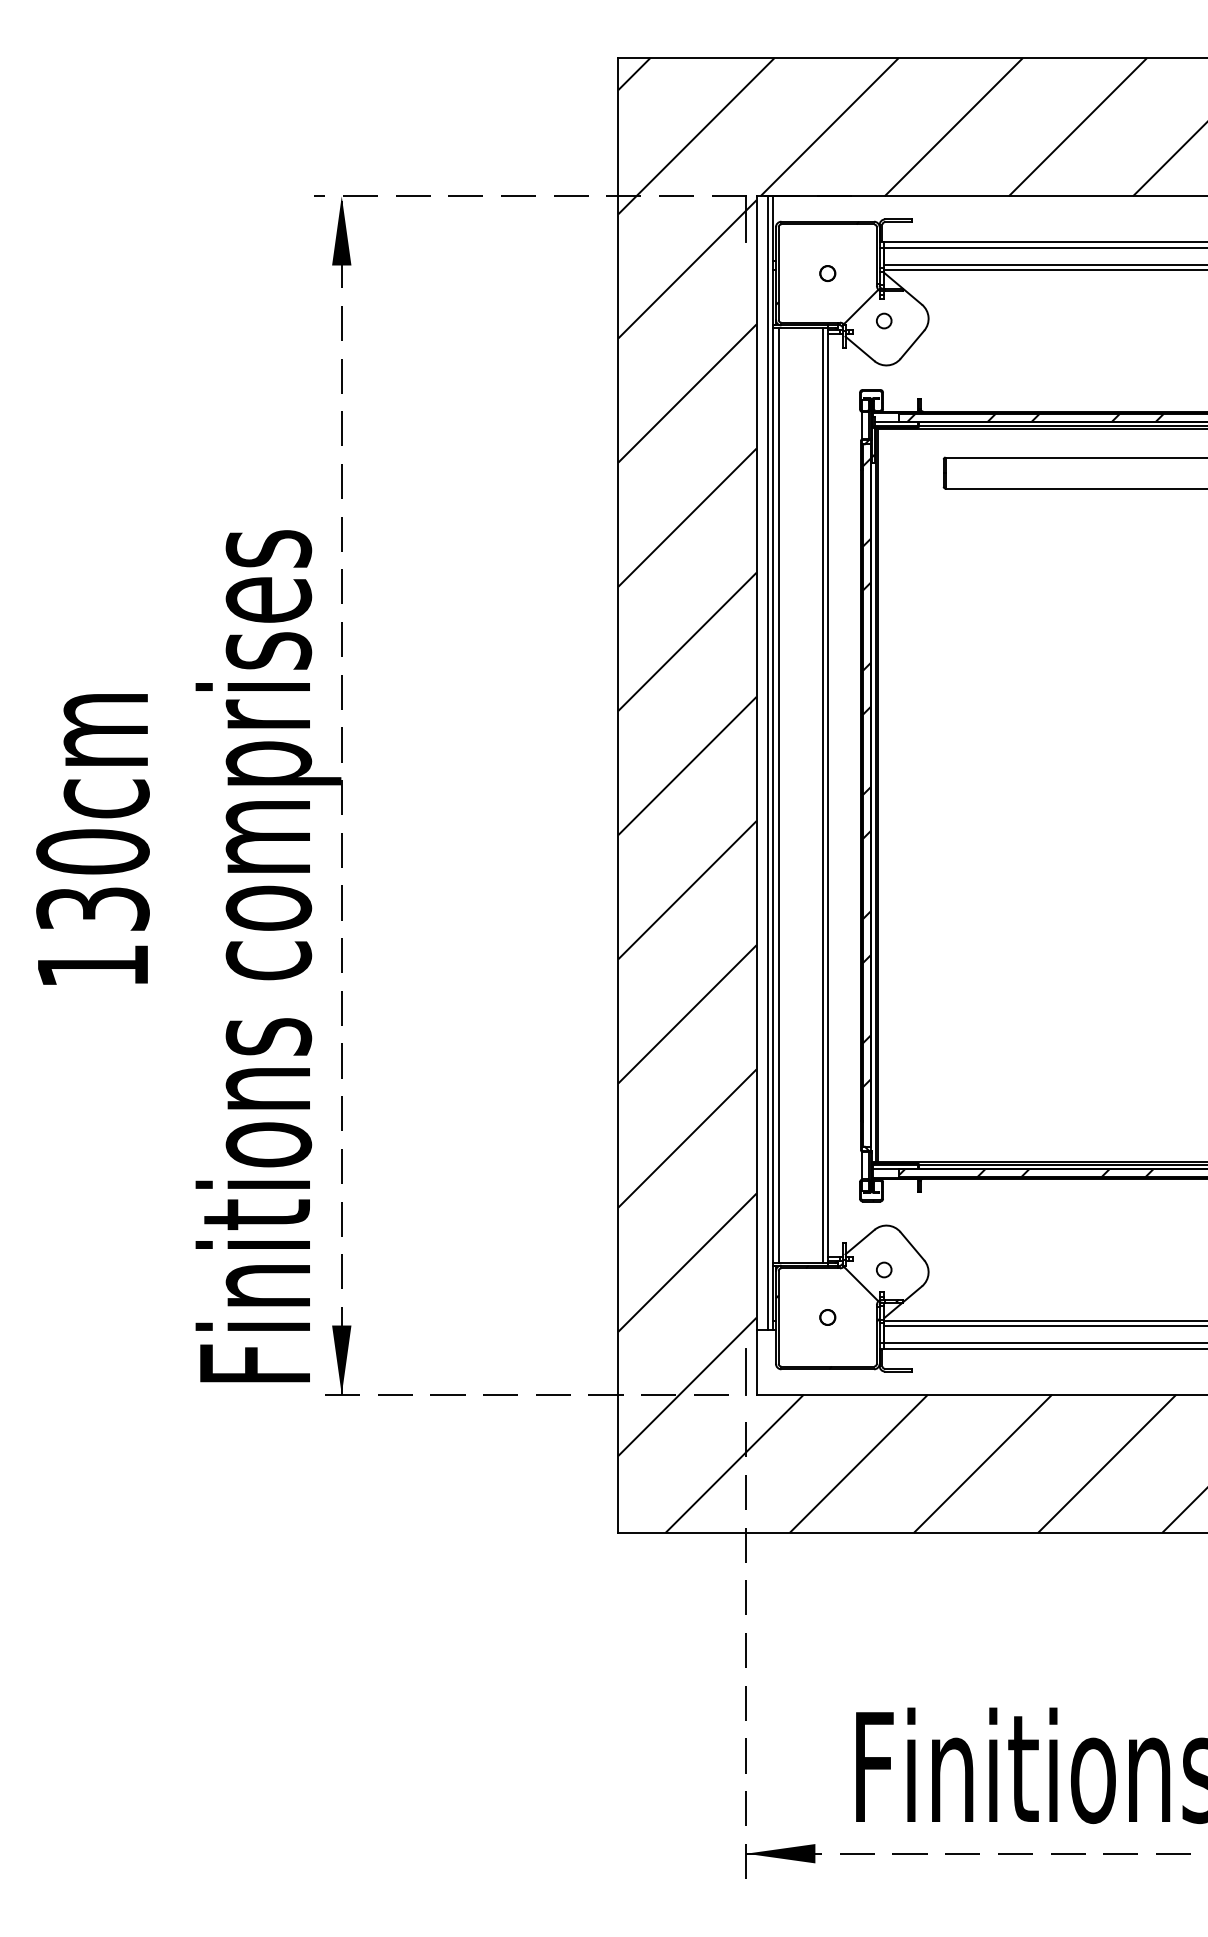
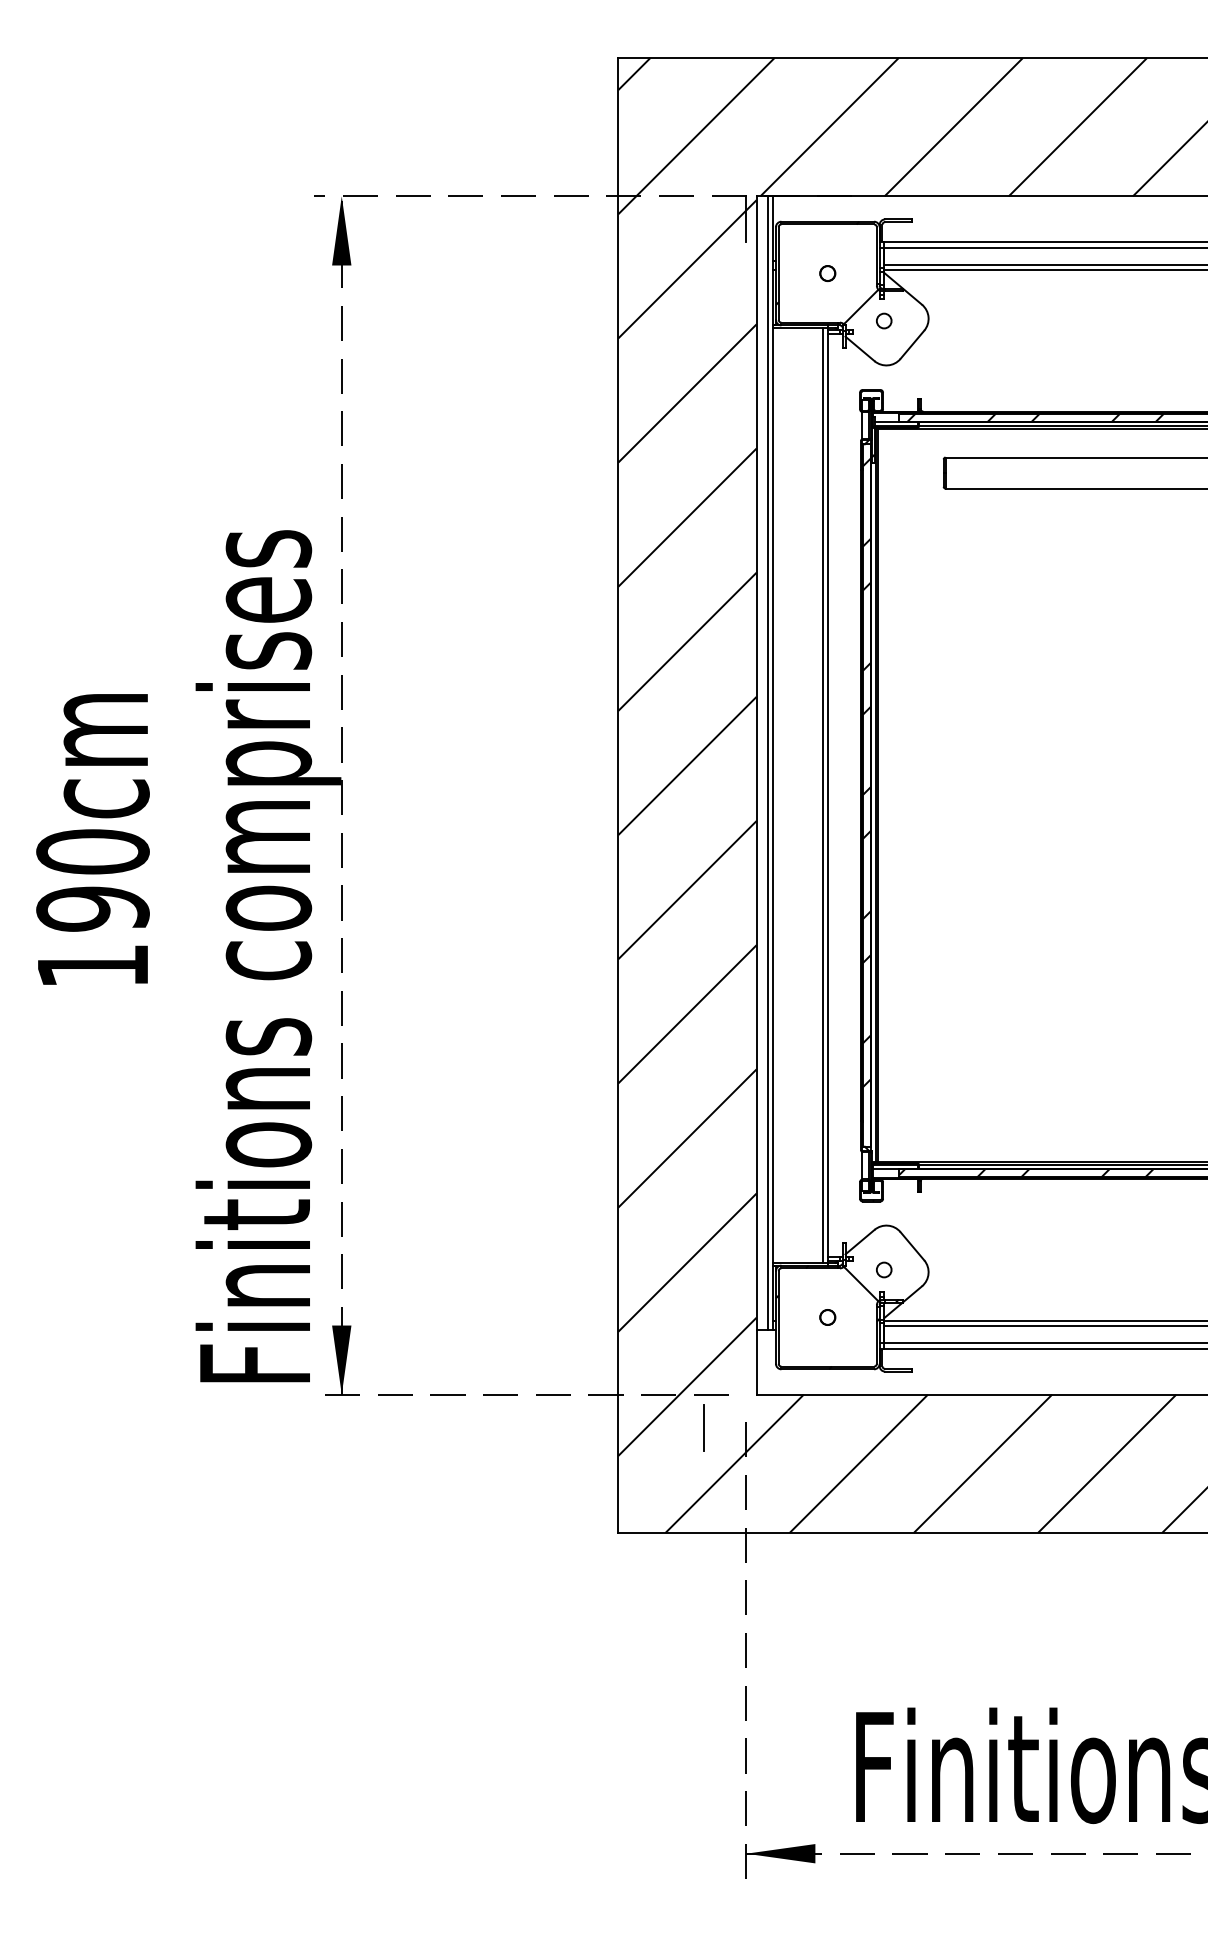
line at (778, 795): present -> none
text at (92, 908): 130cm -> 190cm
line at (745, 1371) position: (745, 1371) -> (703, 1427)
